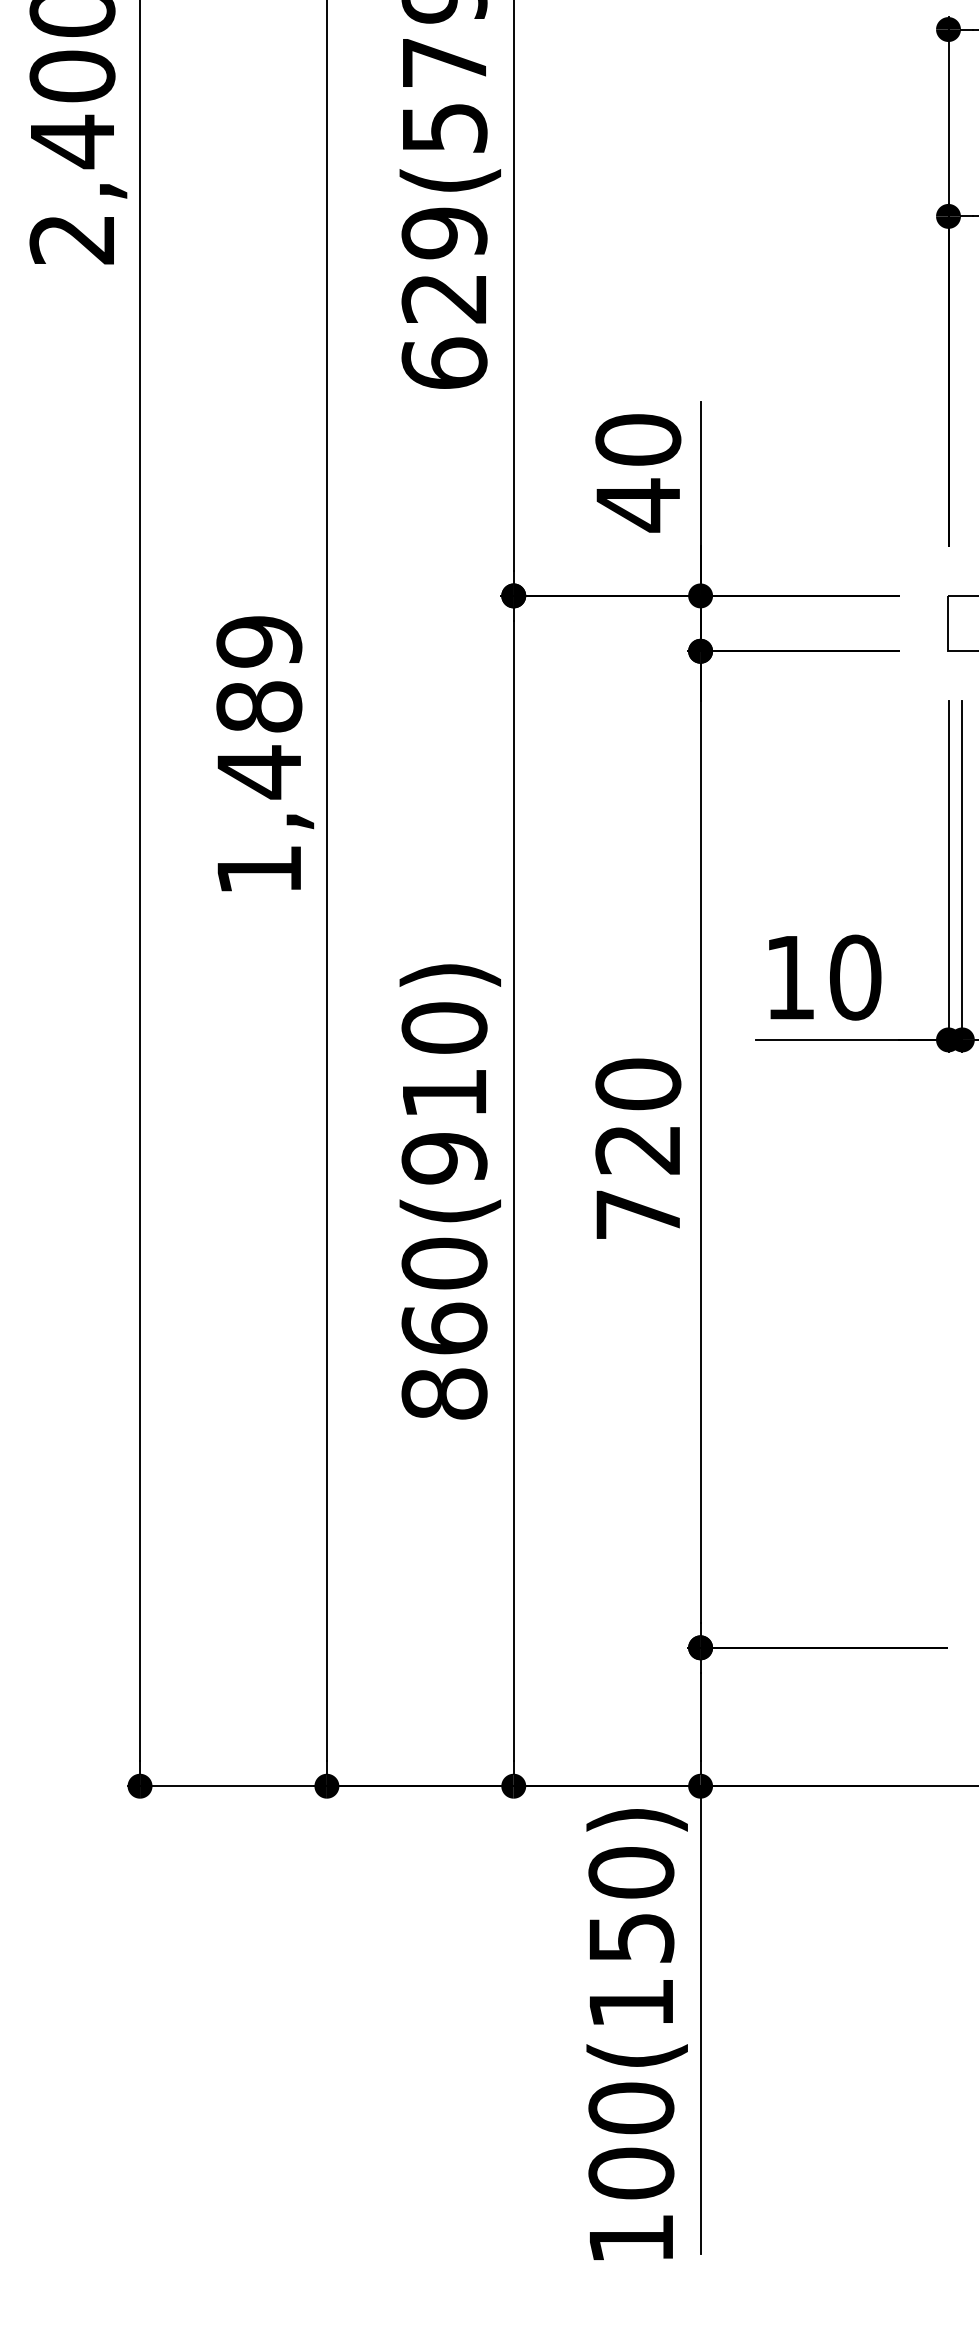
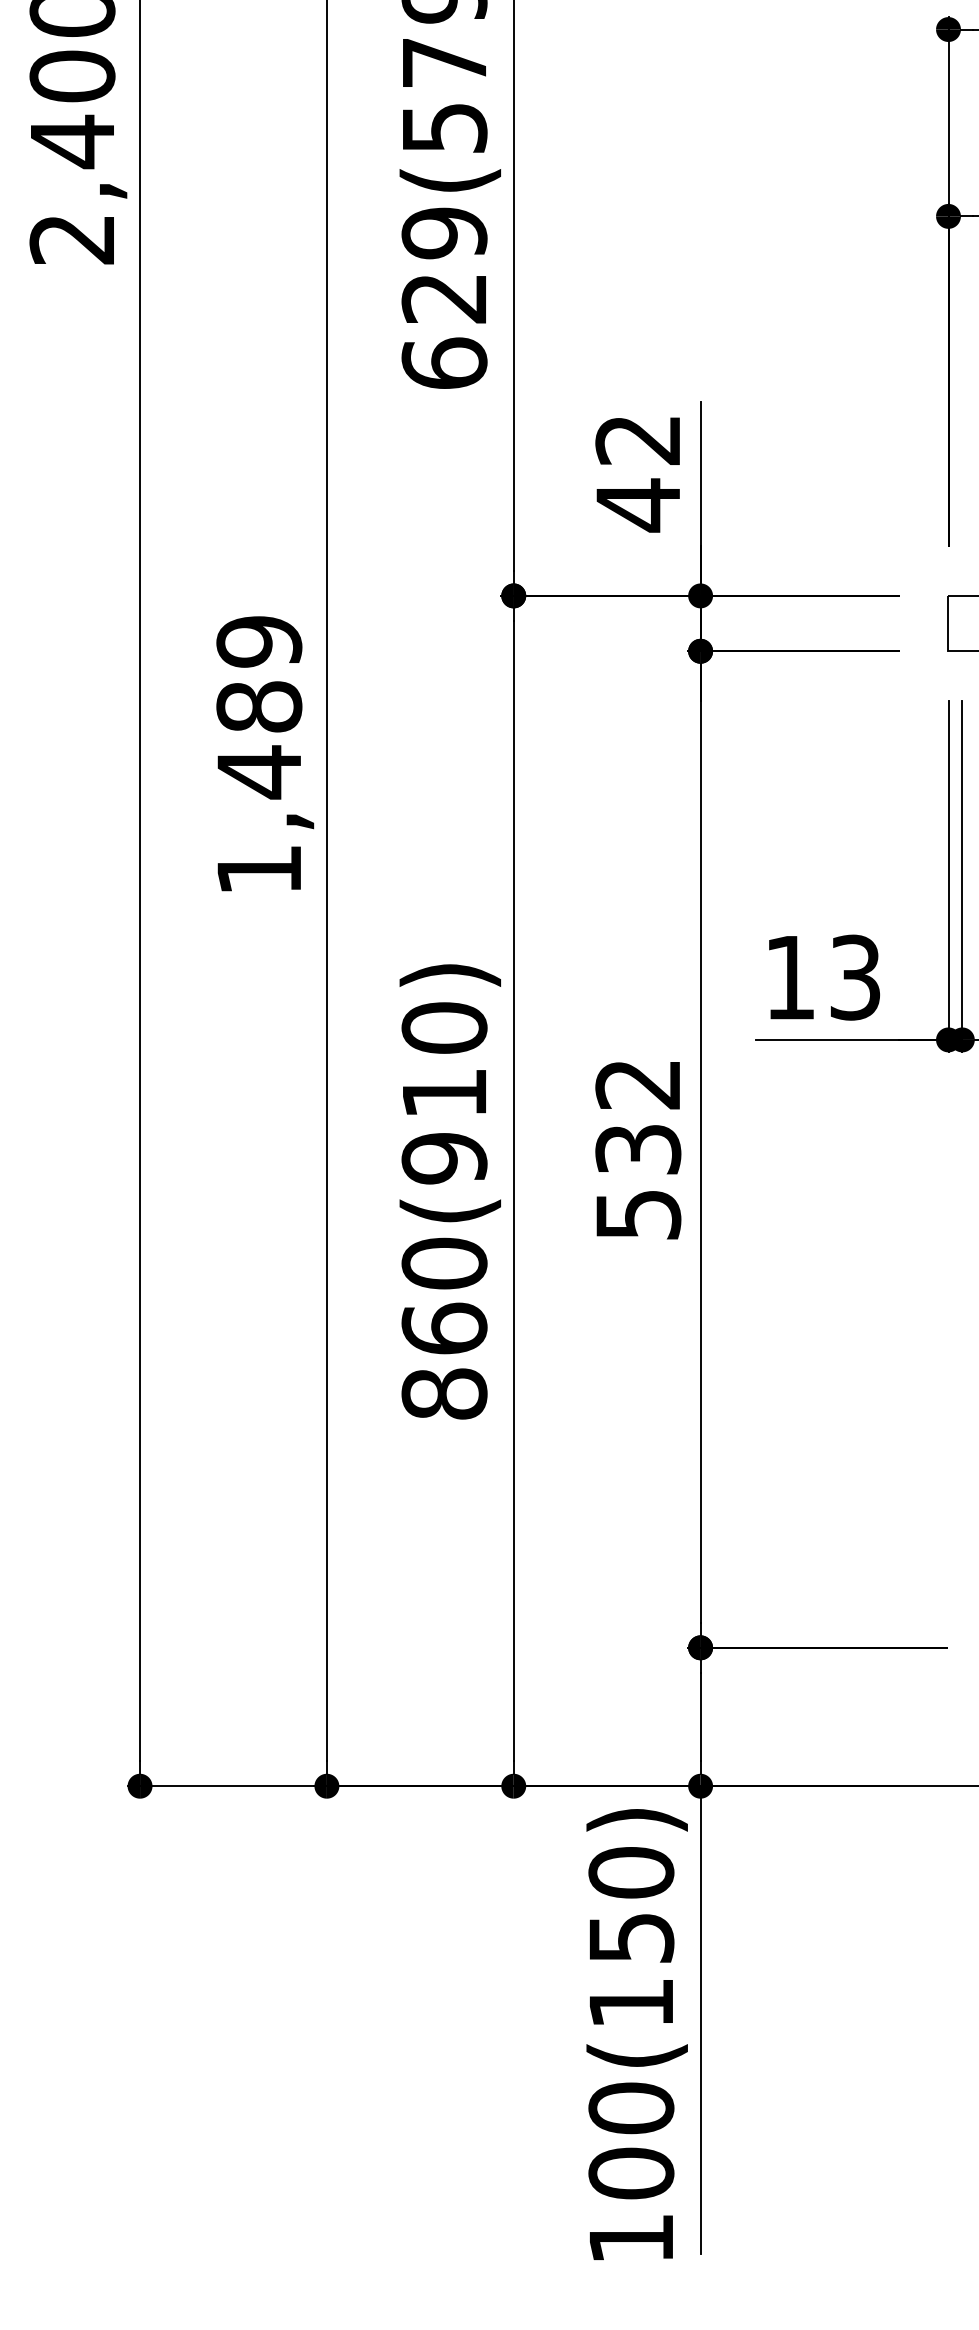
text at (638, 439): 40 -> 42
text at (855, 977): 10 -> 13
text at (638, 1148): 720 -> 532
